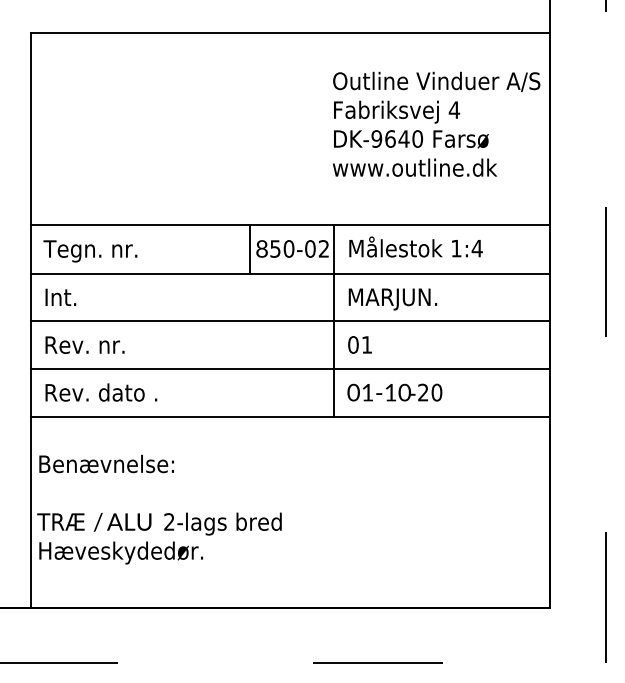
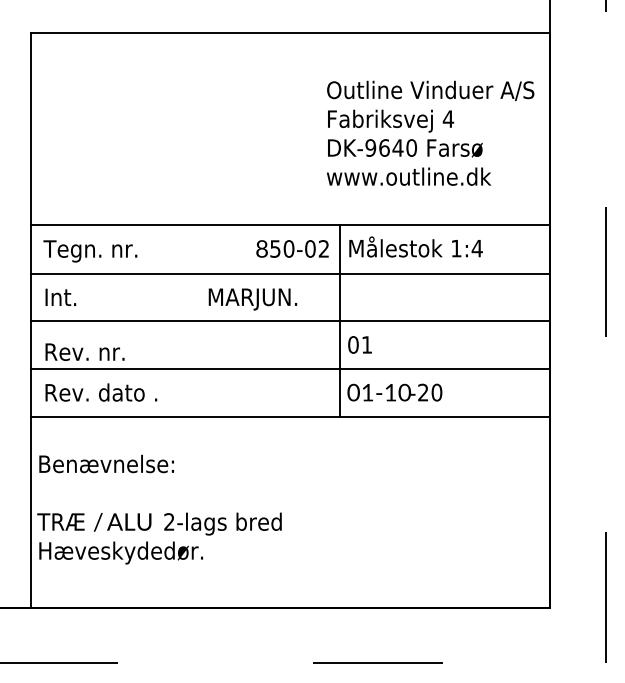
text at (436, 123) position: (436, 123) -> (430, 132)
line at (249, 248): present -> none
text at (392, 299) position: (392, 299) -> (252, 299)
line at (333, 320) position: (333, 320) -> (339, 320)
text at (84, 344) position: (84, 344) -> (84, 351)
